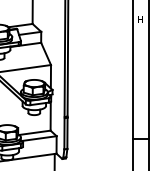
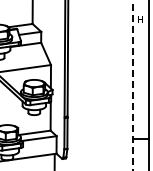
line at (133, 85): solid -> dashed
